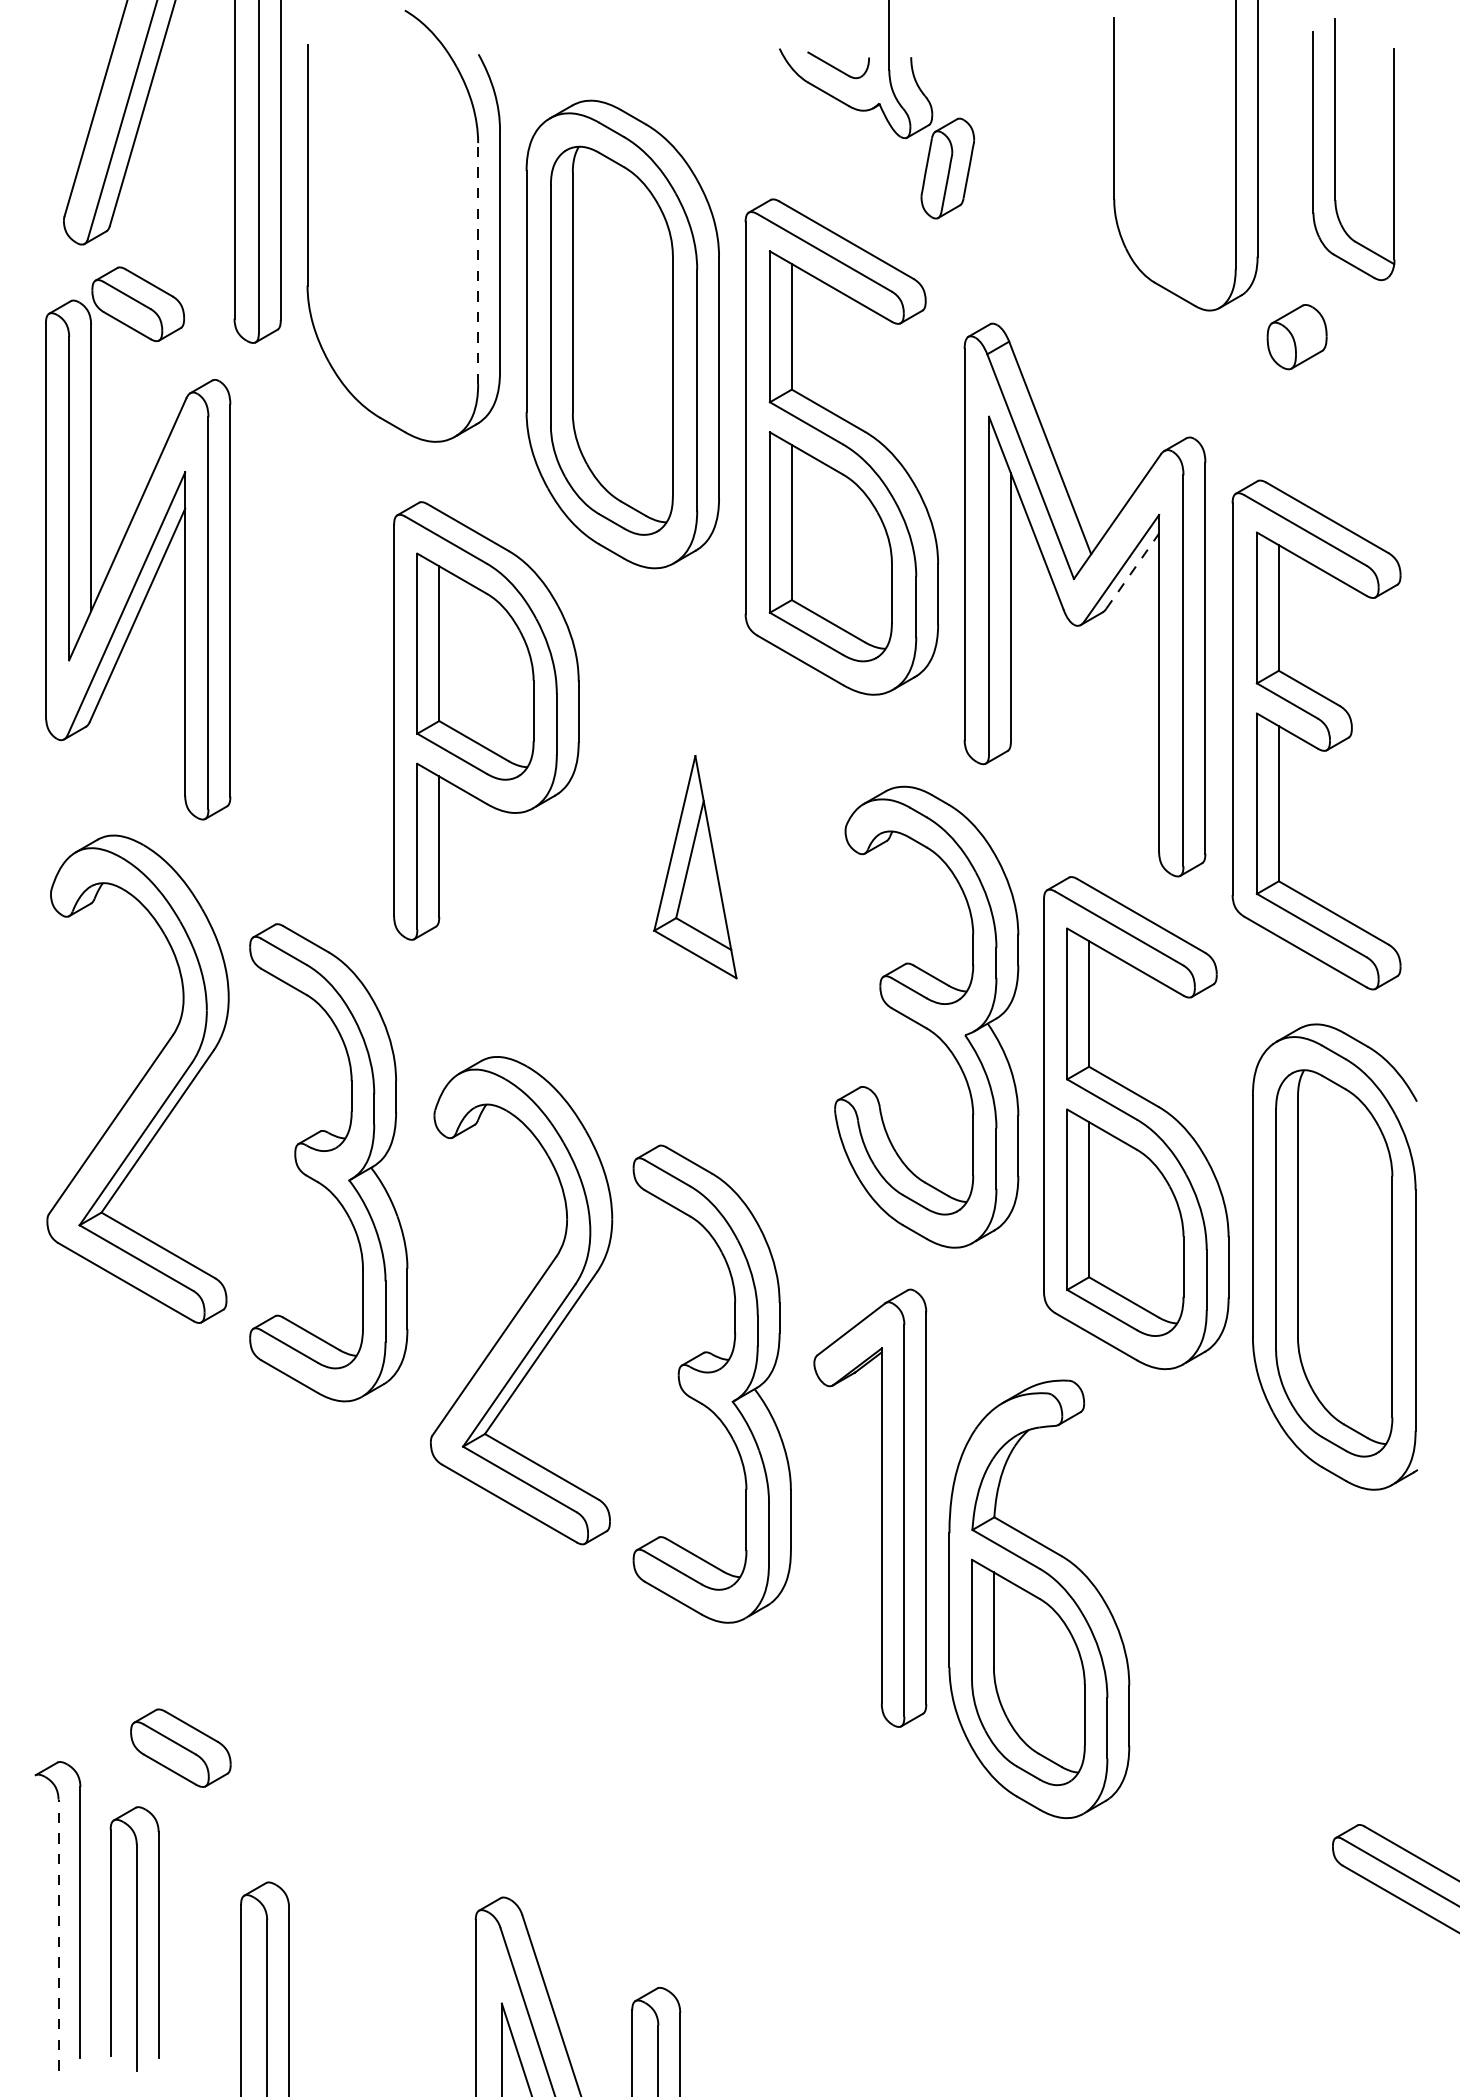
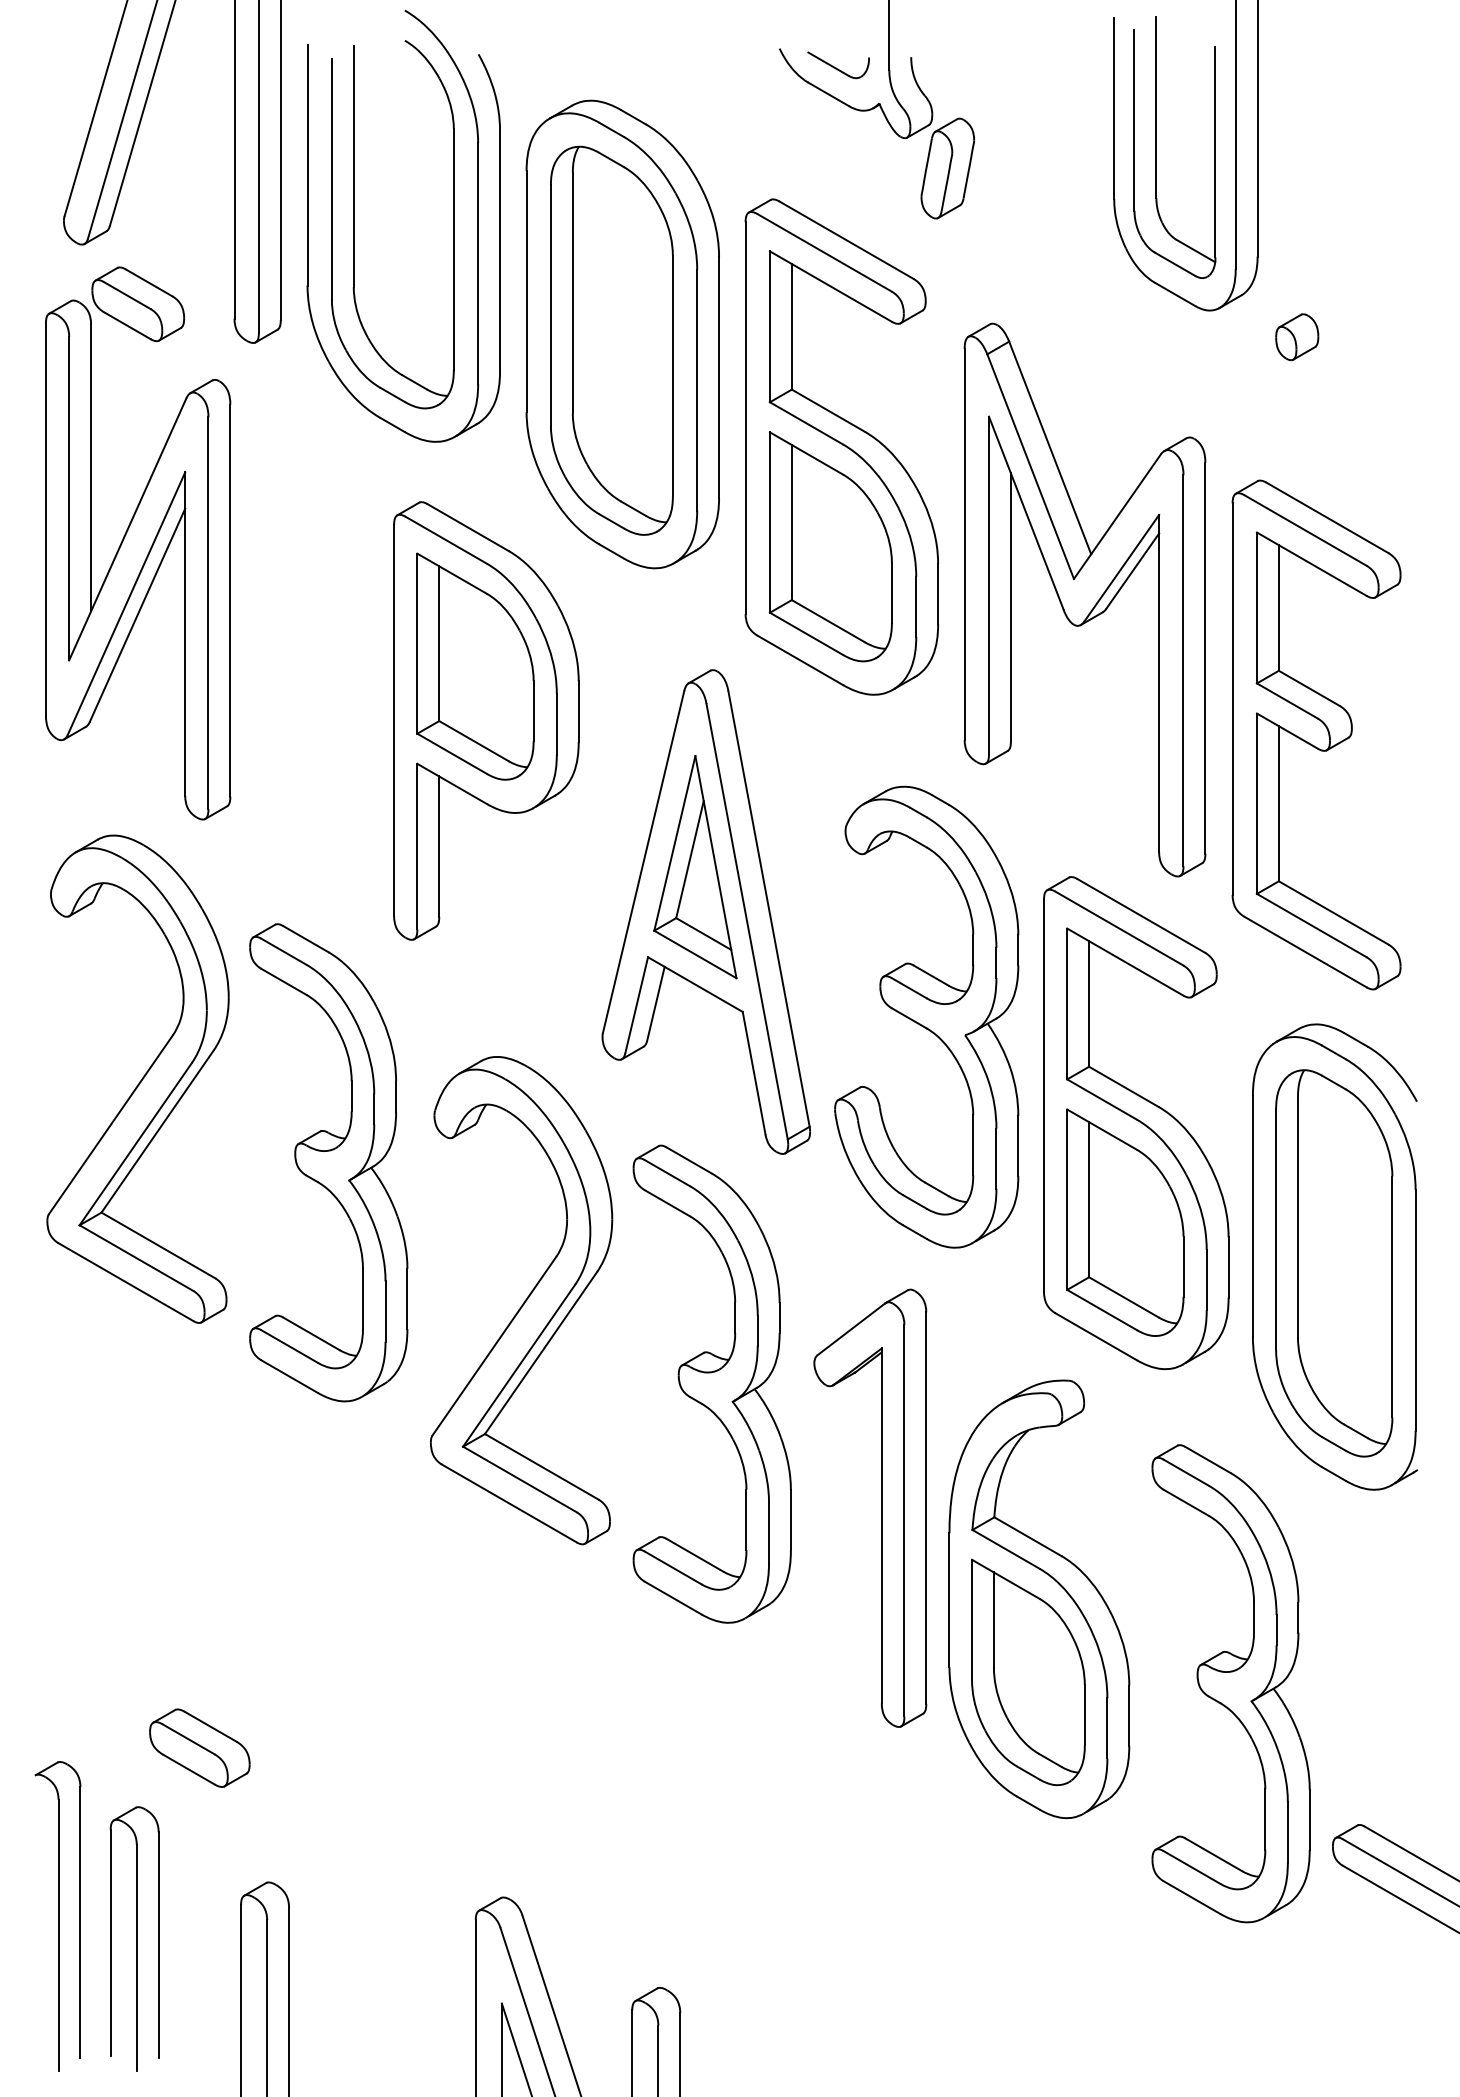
part at (1335, 149) position: (1335, 149) -> (1156, 147)
part at (354, 224): none -> present
line at (478, 263): dashed -> solid
part at (1296, 337) size: 62x67 px -> 45x49 px
line at (1133, 570): dashed -> solid
part at (705, 911): none -> present
part at (1230, 1683): none -> present
part at (180, 1747) position: (180, 1747) -> (199, 1747)
line at (58, 1935): dashed -> solid
